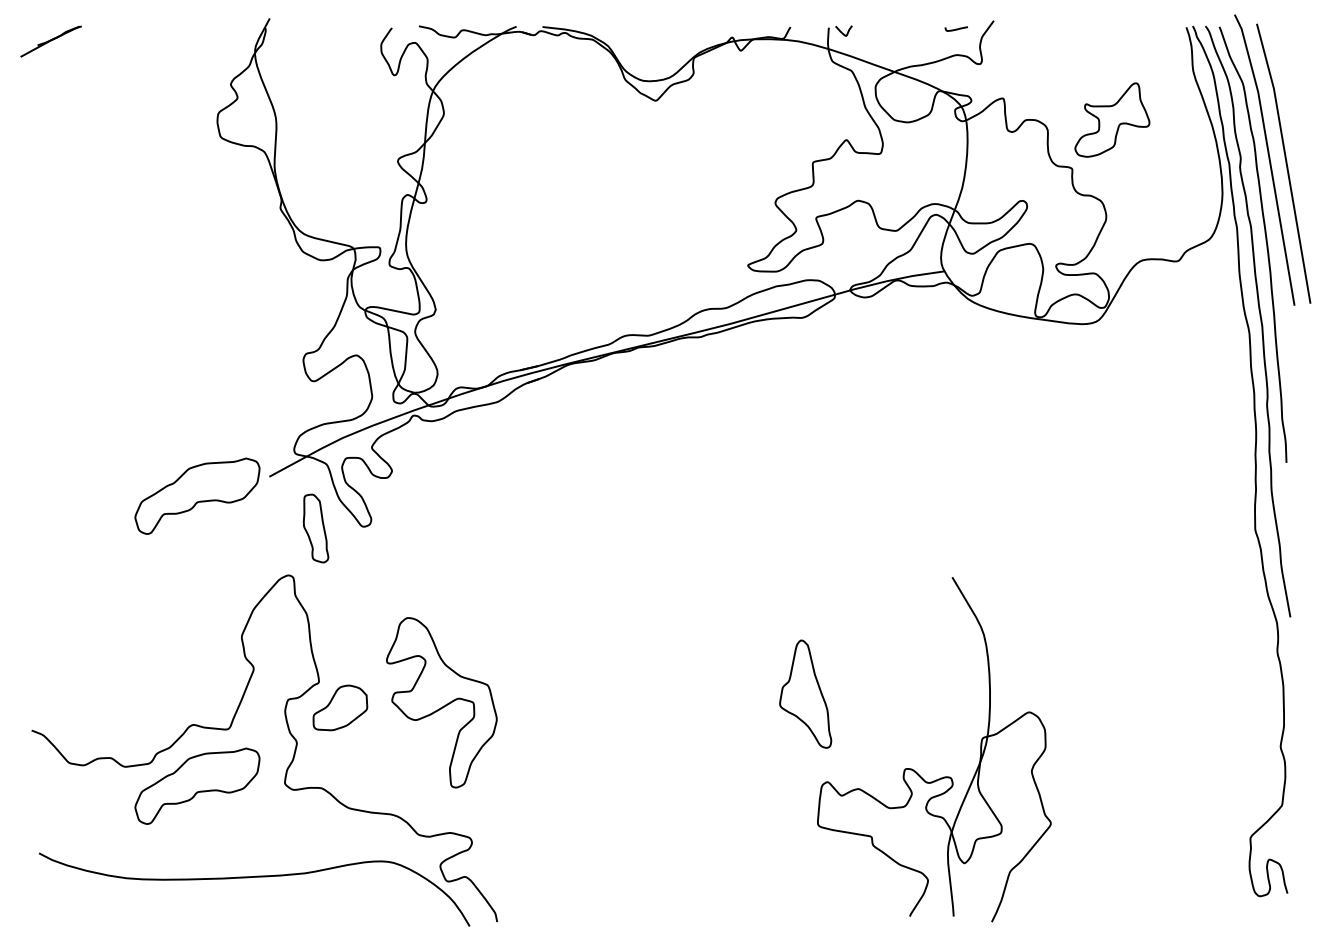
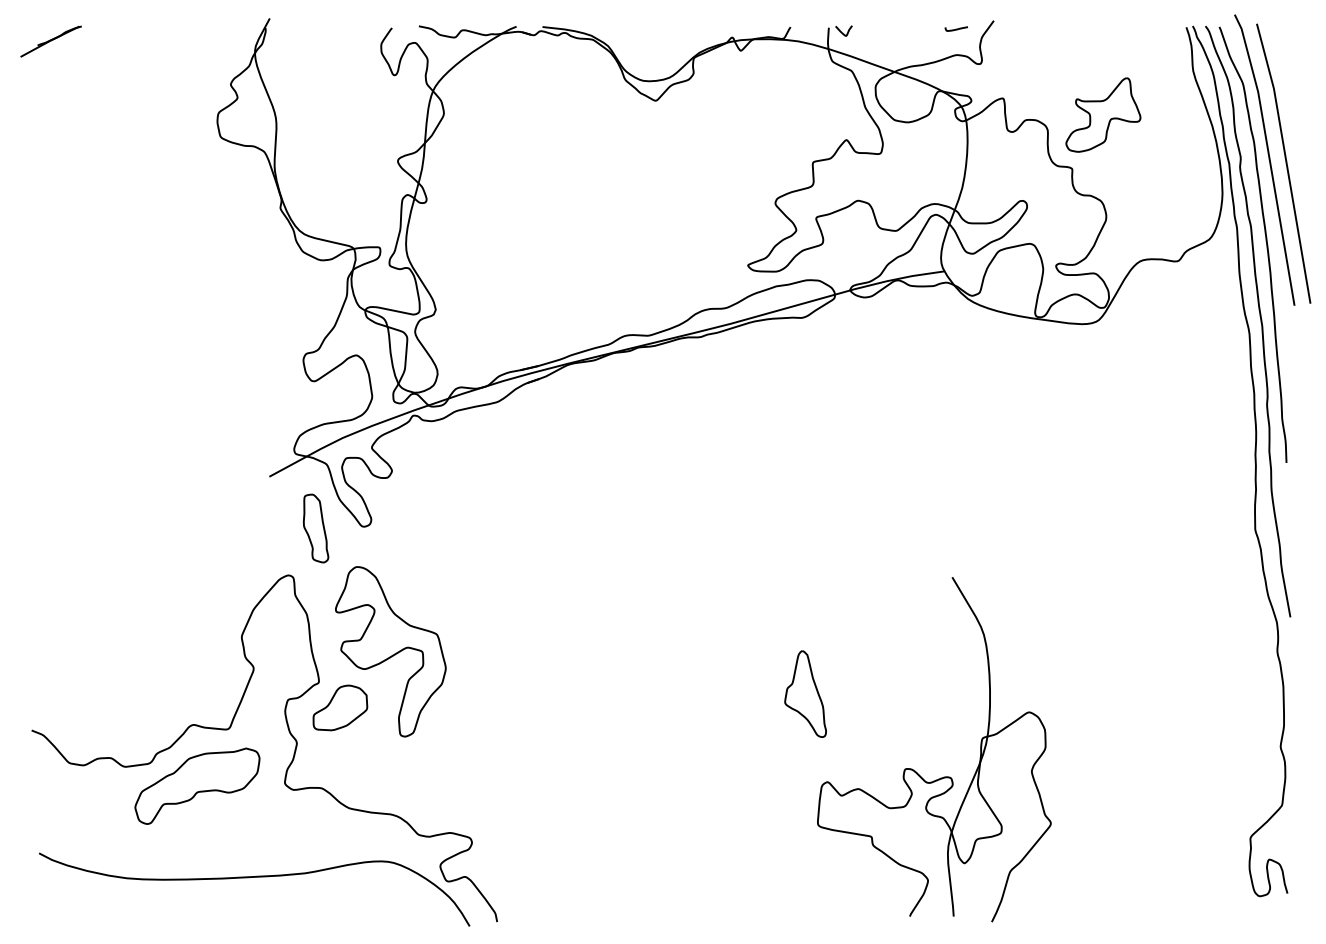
part at (1112, 119) position: (1112, 119) -> (1103, 114)
part at (197, 495): present -> none
part at (805, 693) size: 54x110 px -> 43x88 px
part at (441, 702) position: (441, 702) -> (390, 651)
